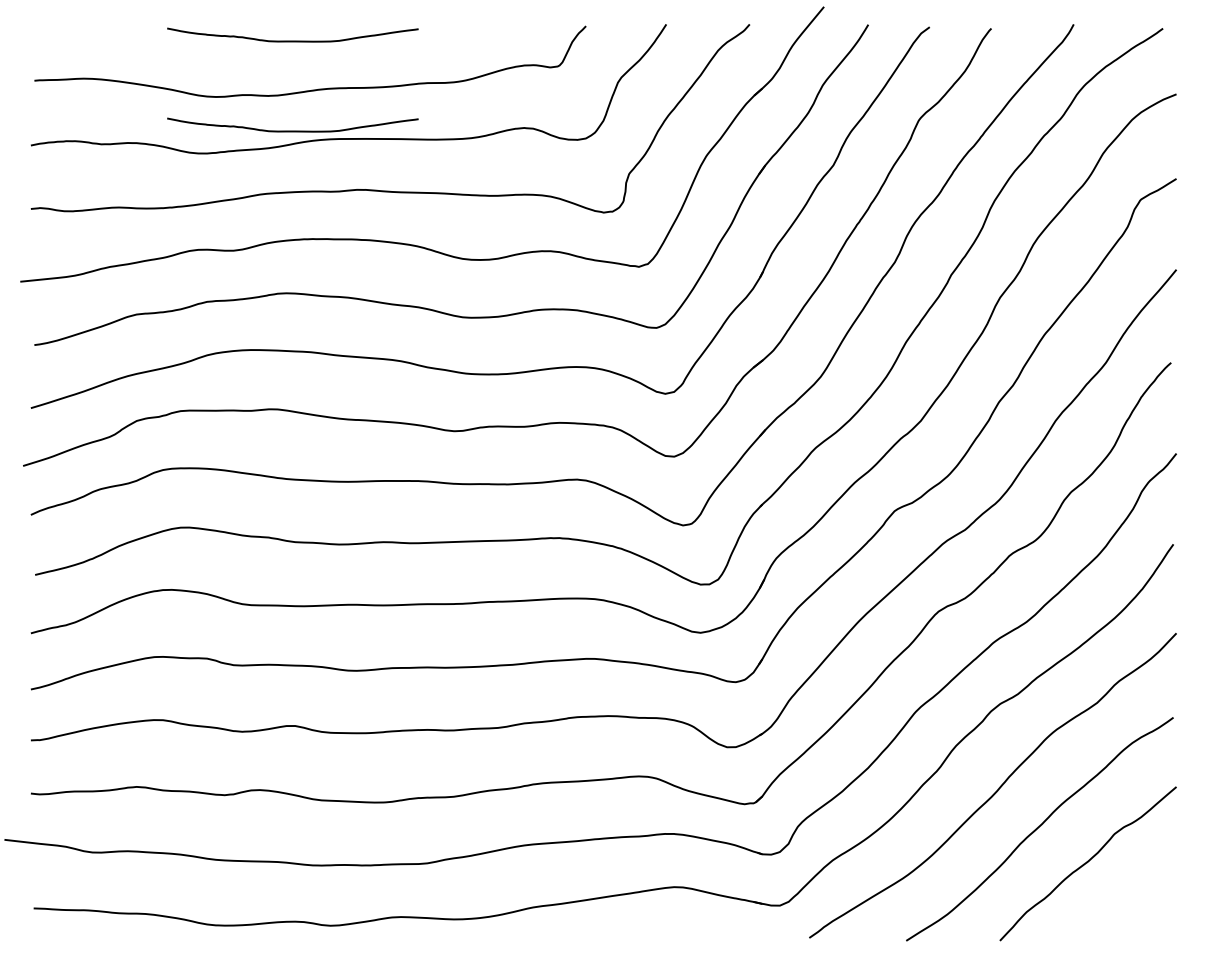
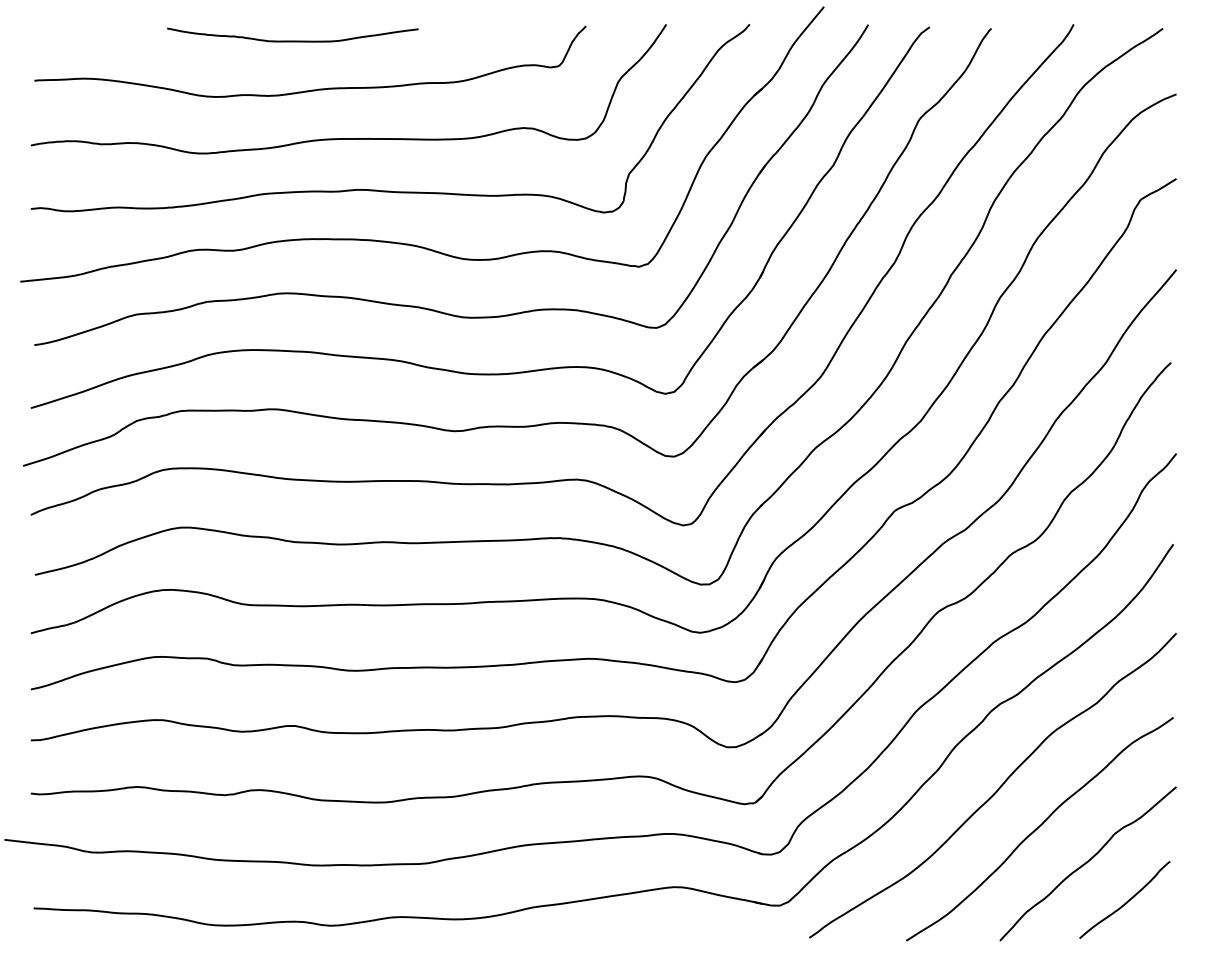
curve at (292, 130): present -> none
curve at (1126, 901): none -> present
